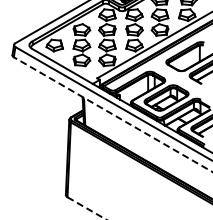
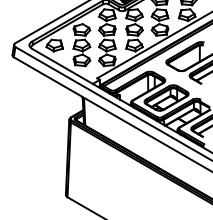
line at (113, 114): dashed -> solid
line at (87, 208): dashed -> solid
